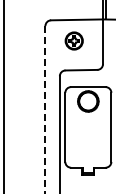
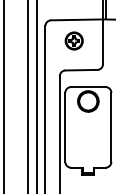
line at (28, 96): none -> present
line at (36, 96): none -> present
line at (45, 109): dashed -> solid
